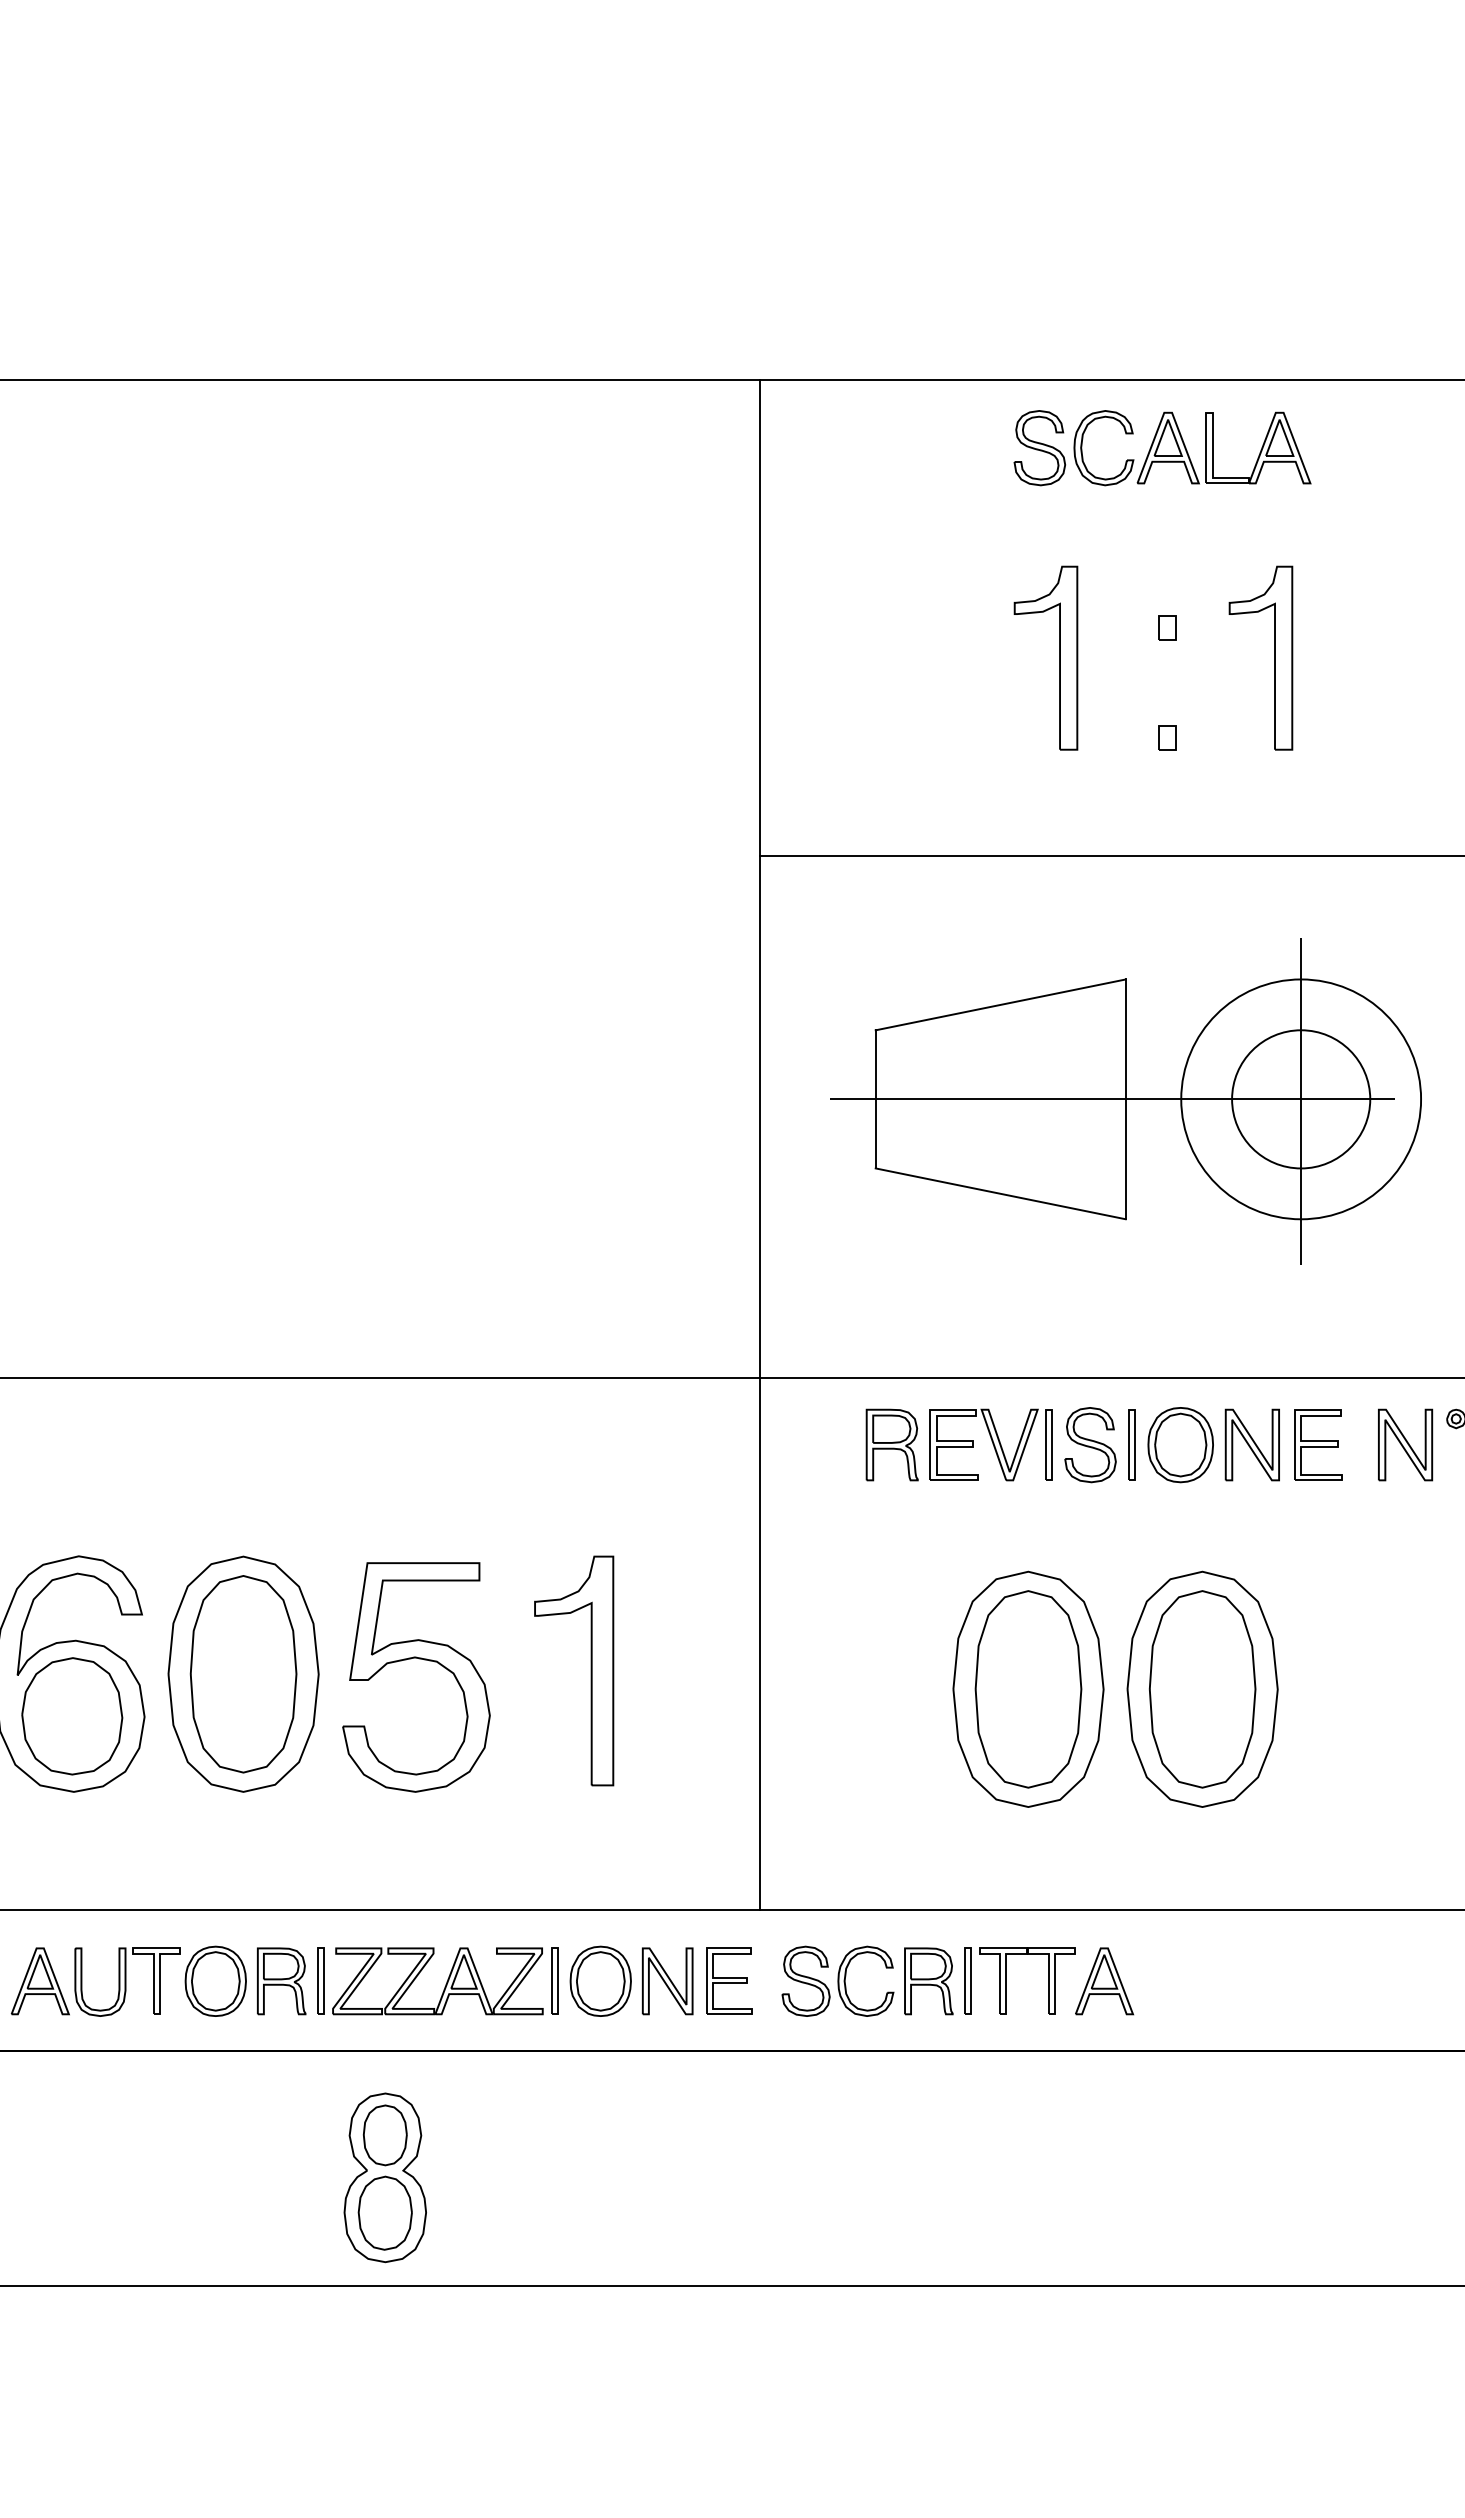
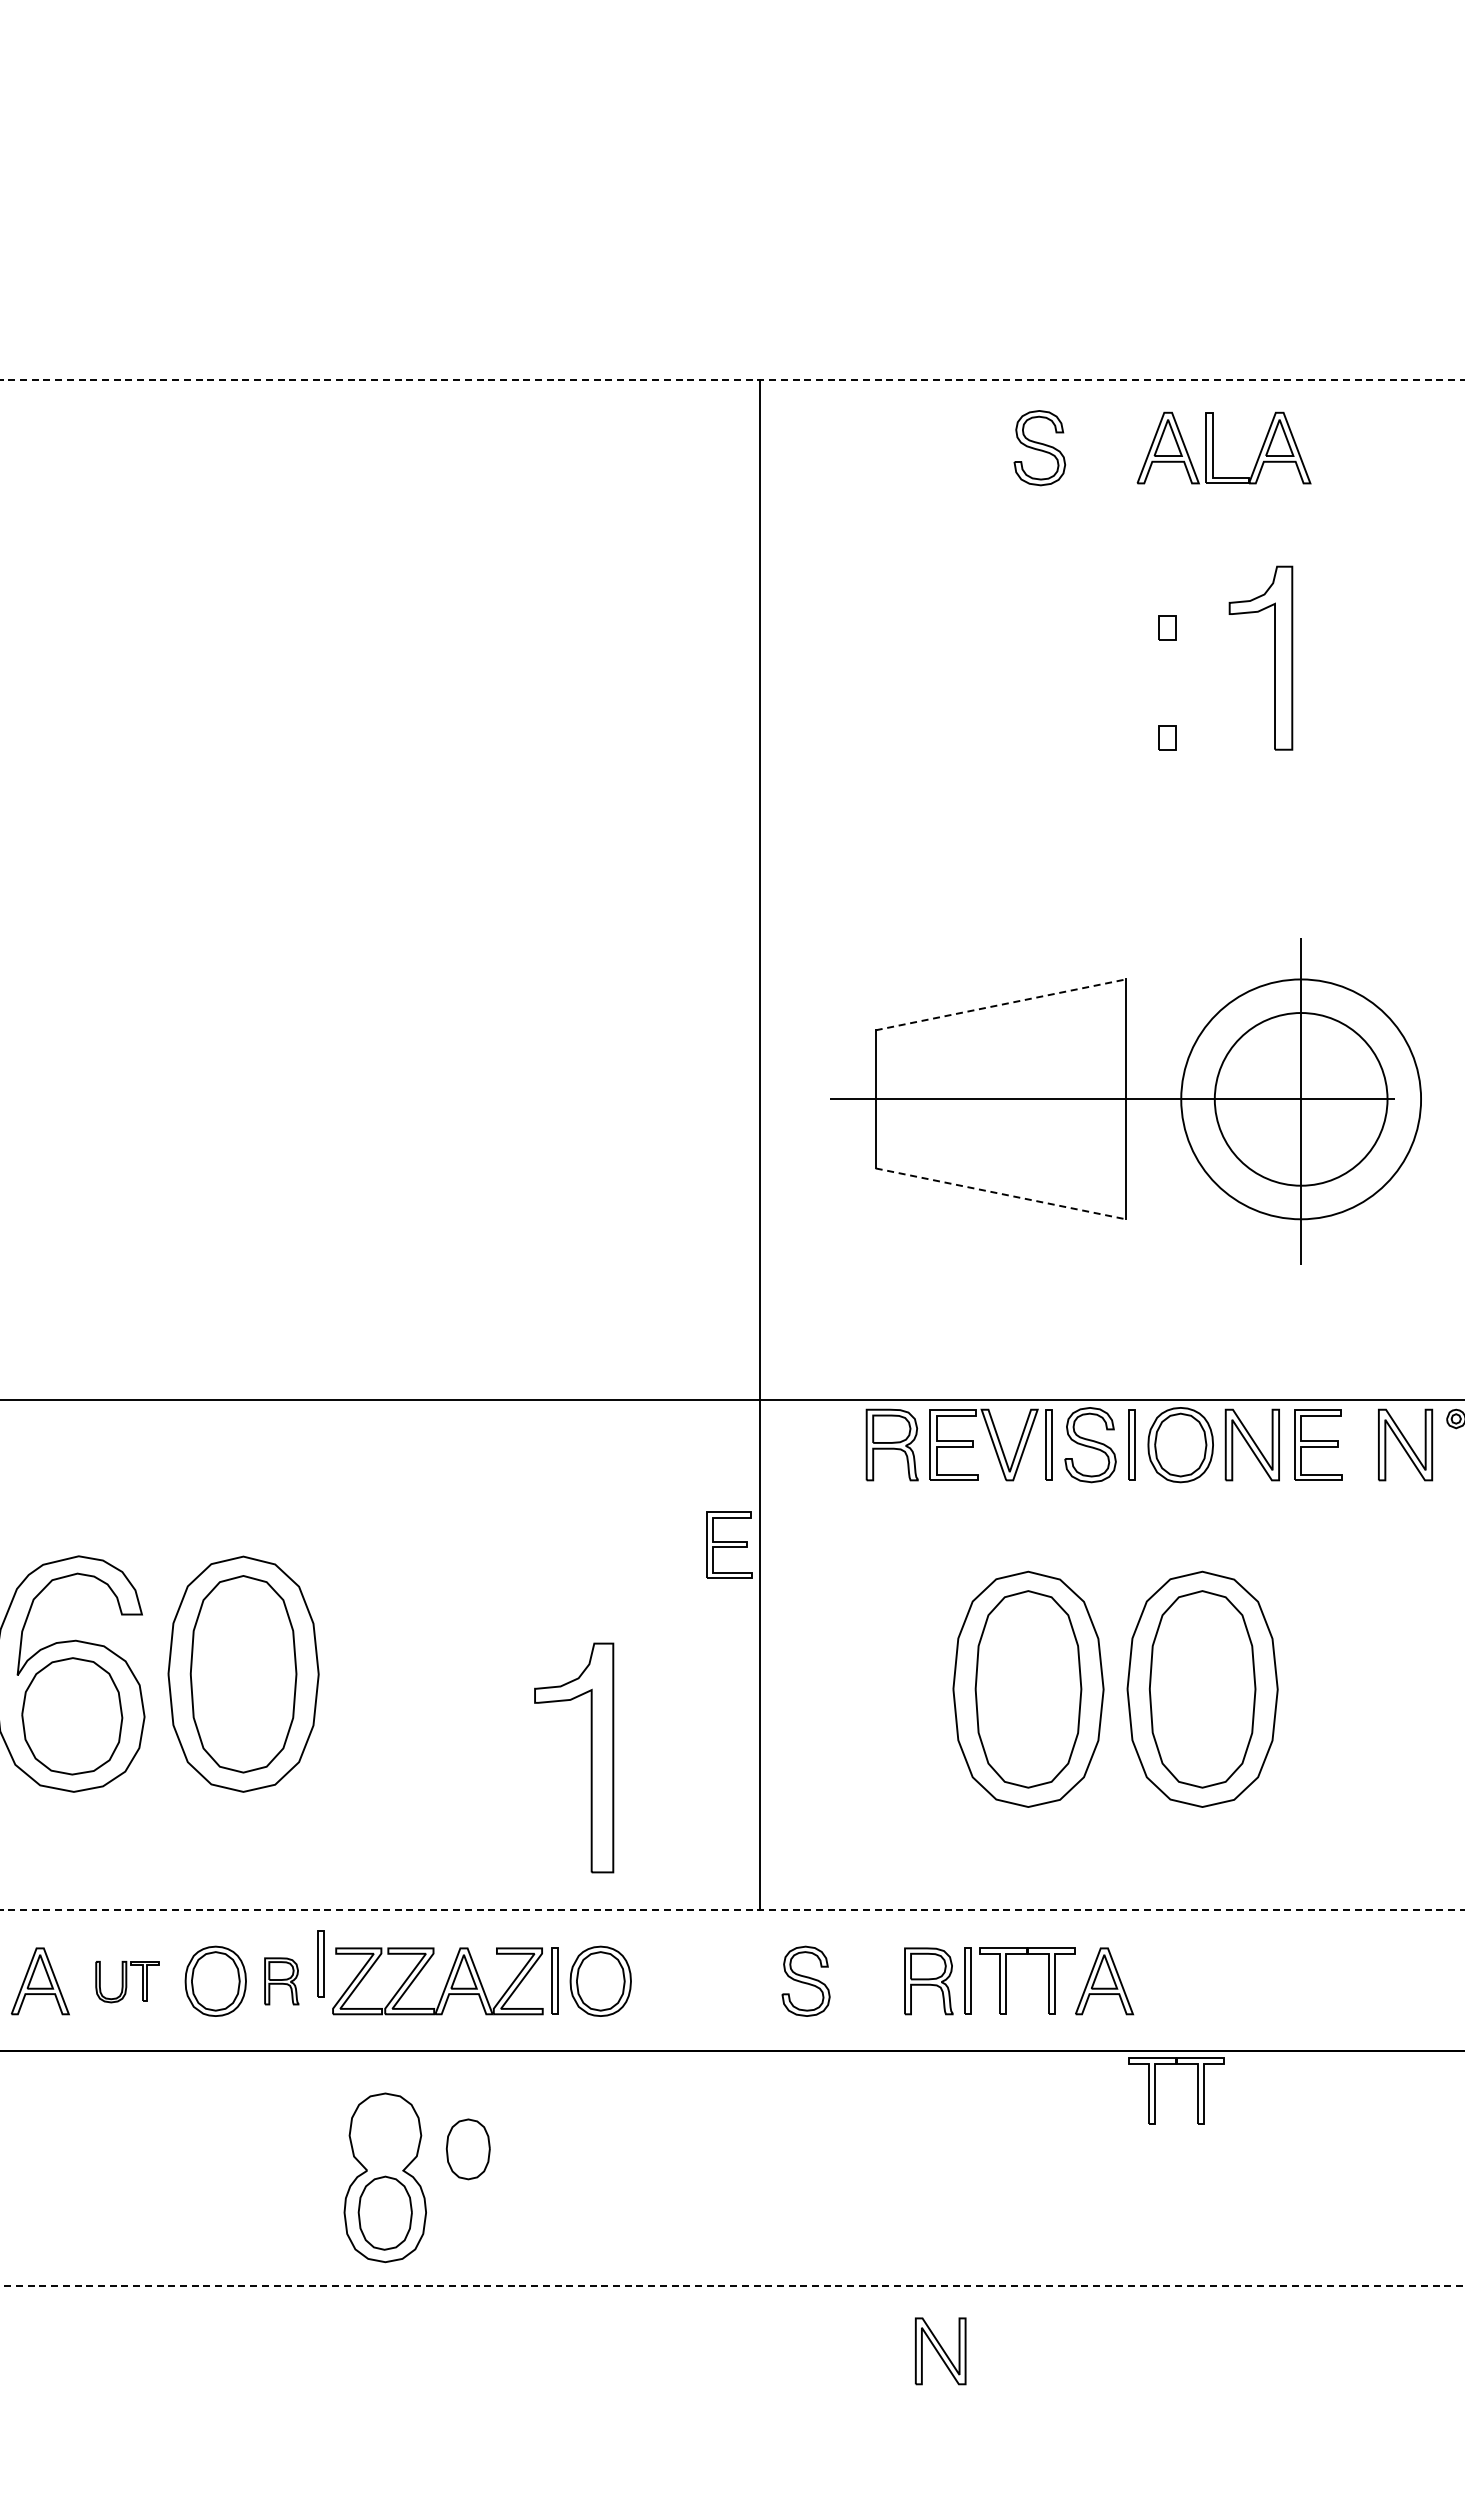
line at (732, 380): solid -> dashed
part at (1082, 448): present -> none
part at (1059, 657): present -> none
line at (1110, 856): present -> none
line at (1000, 1004): solid -> dashed
circle at (1301, 1099) diameter: 138 px -> 173 px
line at (1000, 1193): solid -> dashed
line at (731, 1378) position: (731, 1378) -> (731, 1400)
part at (419, 1659): present -> none
part at (590, 1670) position: (590, 1670) -> (590, 1757)
line at (732, 1909): solid -> dashed
part at (846, 1976): present -> none
part at (320, 1980) position: (320, 1980) -> (320, 1963)
part at (729, 1980) position: (729, 1980) -> (729, 1544)
part at (127, 1981) size: 107x70 px -> 65x43 px
part at (281, 1981) size: 50x69 px -> 36x49 px
part at (667, 1981) position: (667, 1981) -> (940, 2351)
part at (1155, 2090): none -> present
part at (384, 2135) position: (384, 2135) -> (467, 2149)
line at (733, 2286): solid -> dashed
